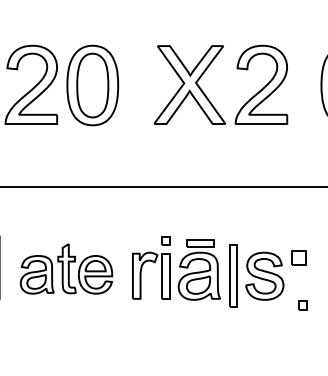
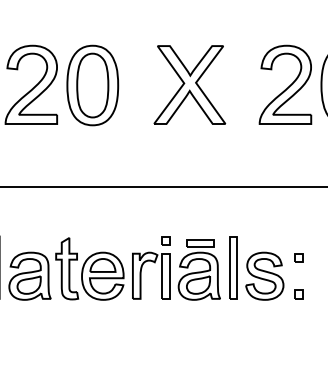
part at (261, 84) position: (261, 84) -> (285, 84)
part at (298, 257) size: 16x16 px -> 10x10 px
part at (66, 268) size: 95x52 px -> 117x64 px
part at (233, 275) position: (233, 275) -> (233, 267)
part at (302, 305) position: (302, 305) -> (298, 294)
